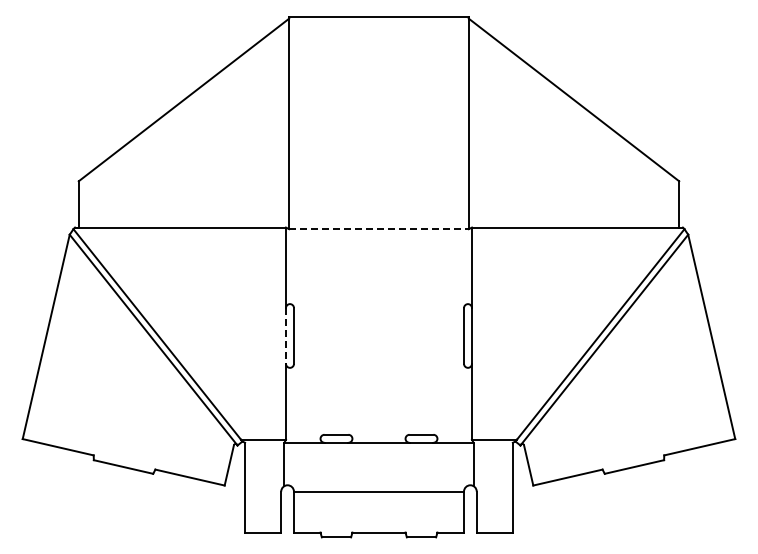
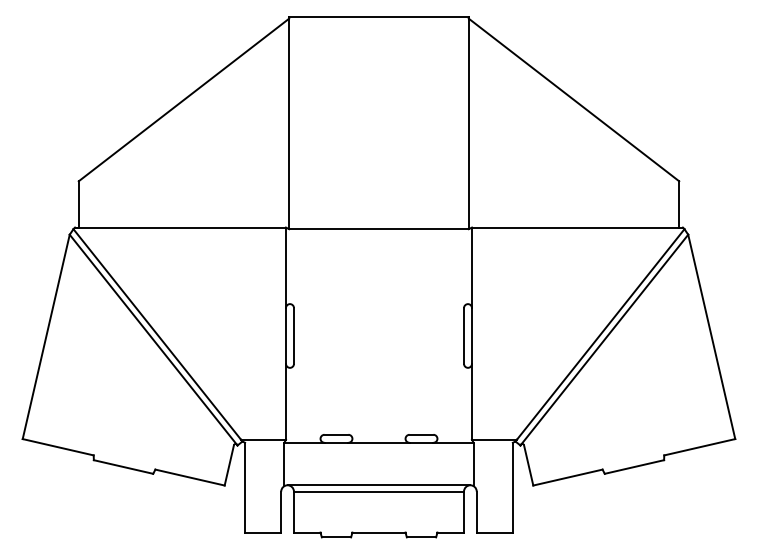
line at (378, 229): dashed -> solid
line at (286, 335): dashed -> solid
line at (378, 485): none -> present
